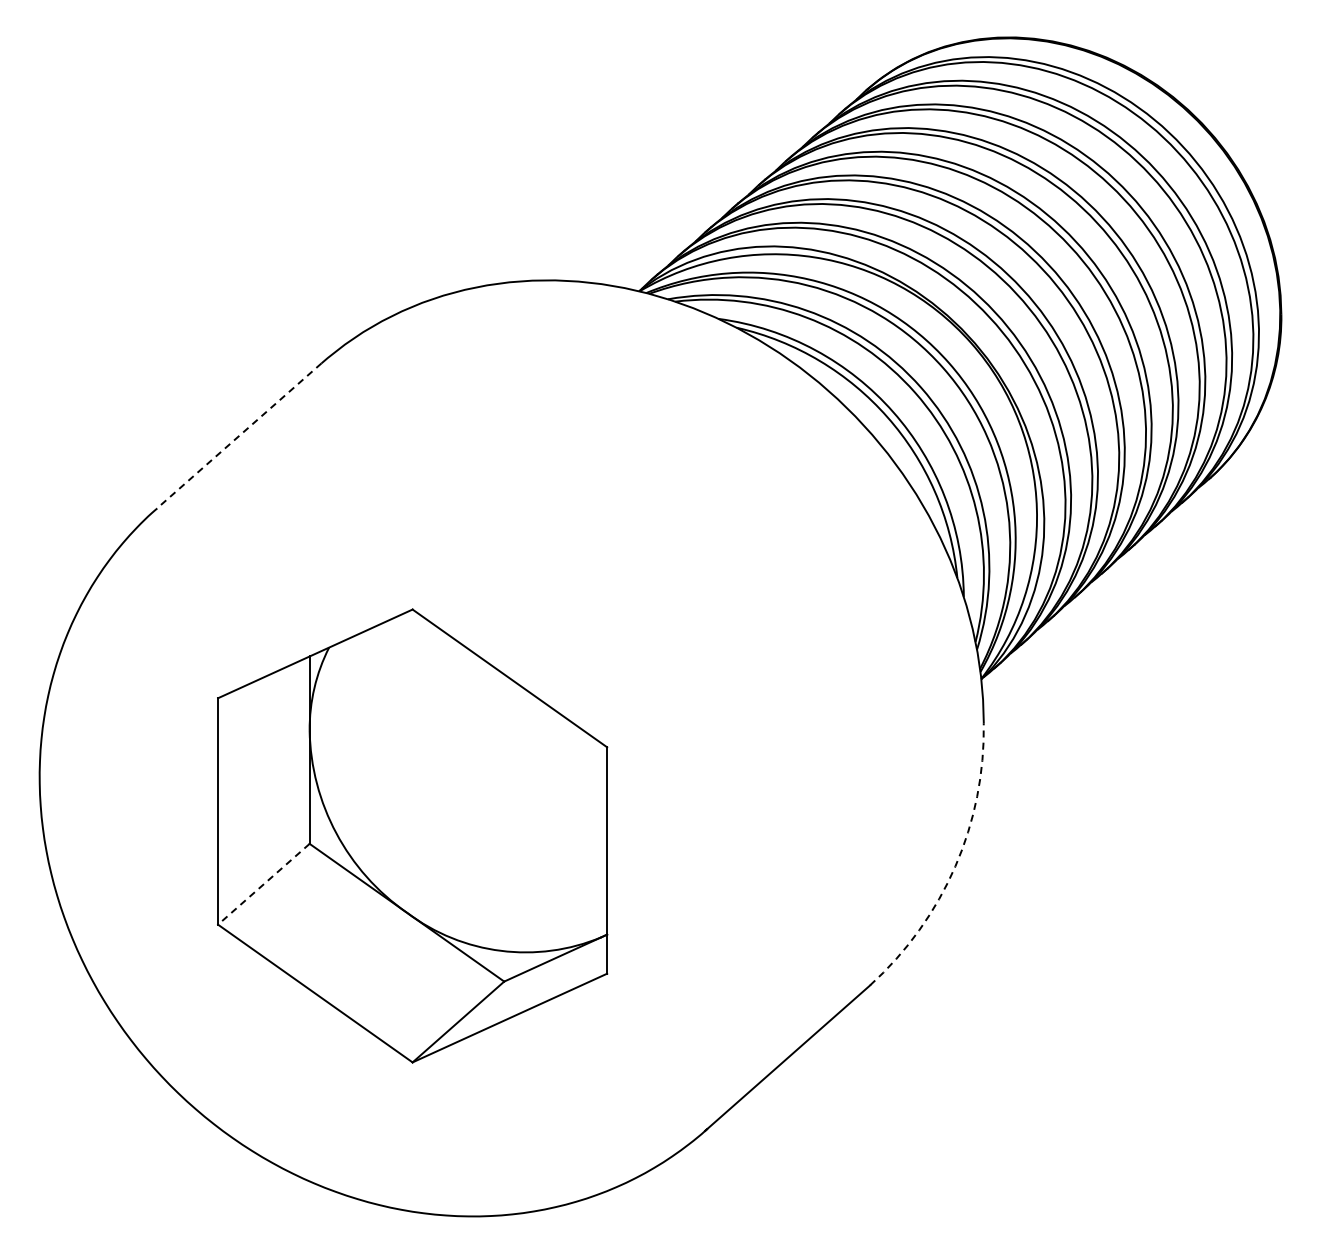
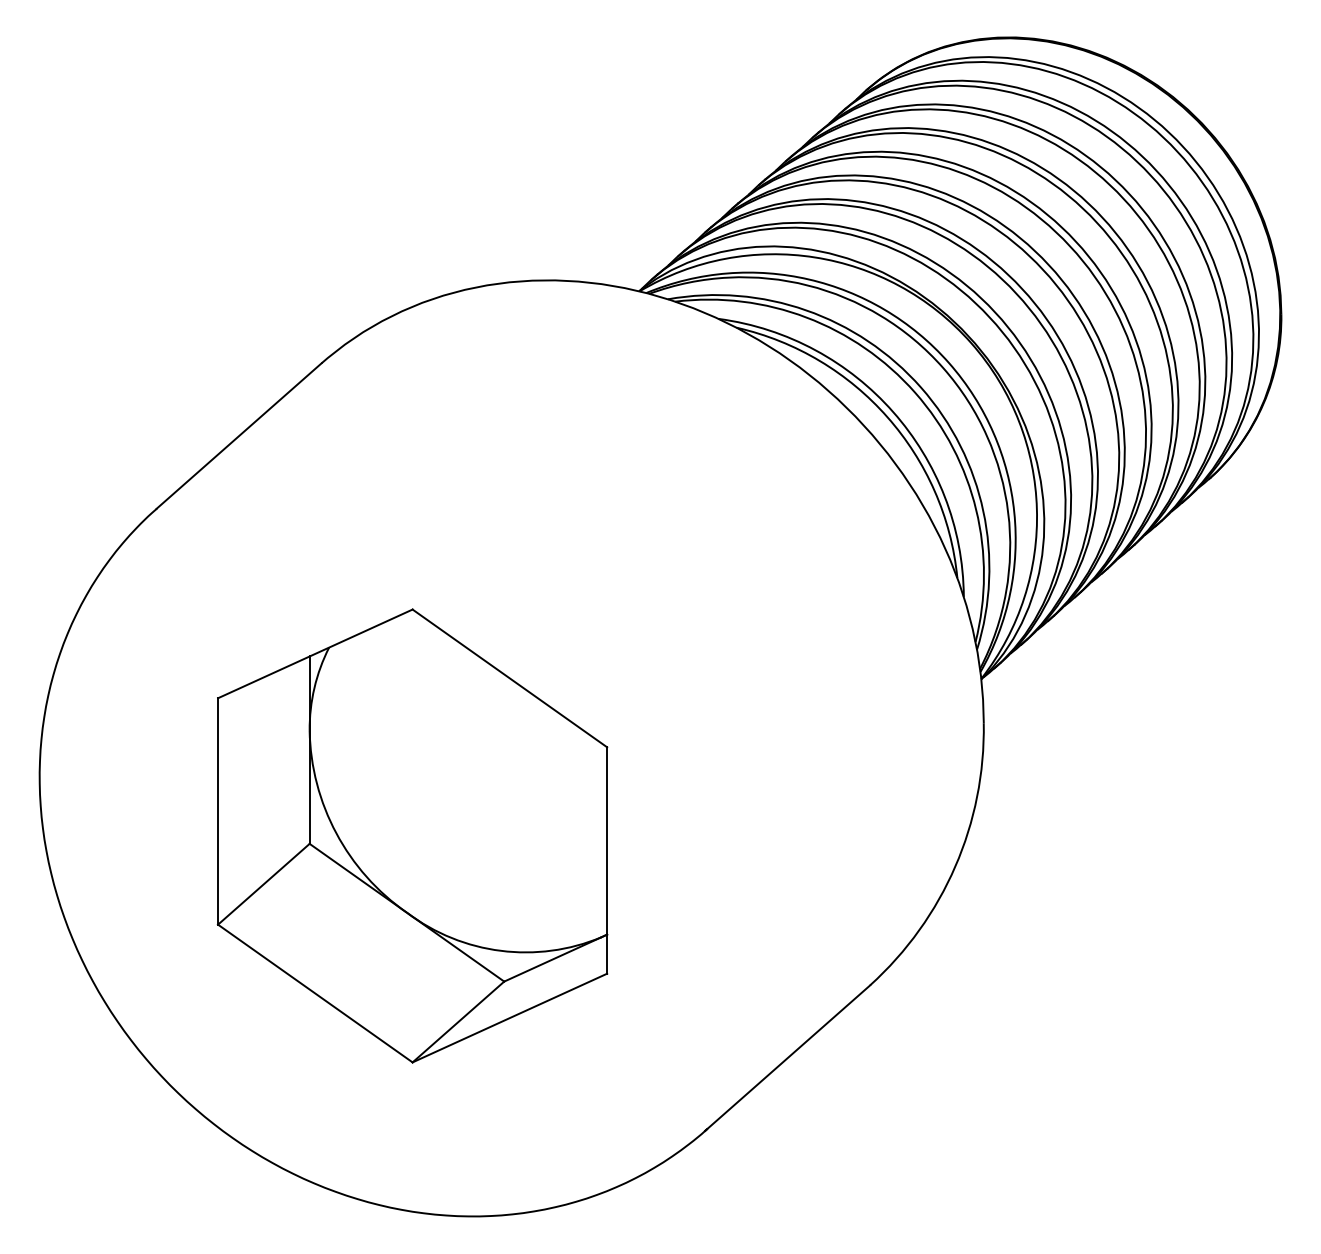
line at (239, 436): dashed -> solid
arc at (955, 866): dashed -> solid
line at (263, 884): dashed -> solid
